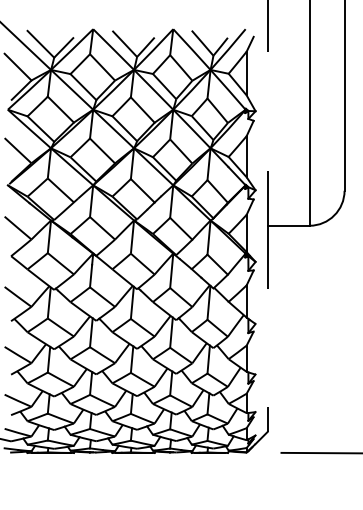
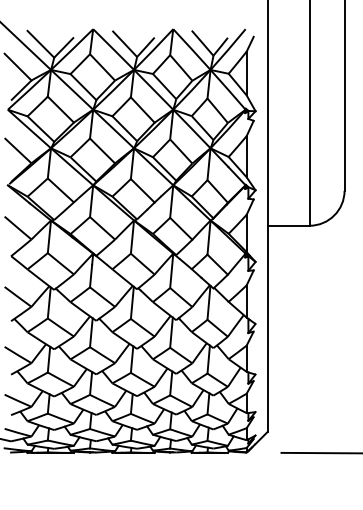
line at (267, 216): dashed -> solid
